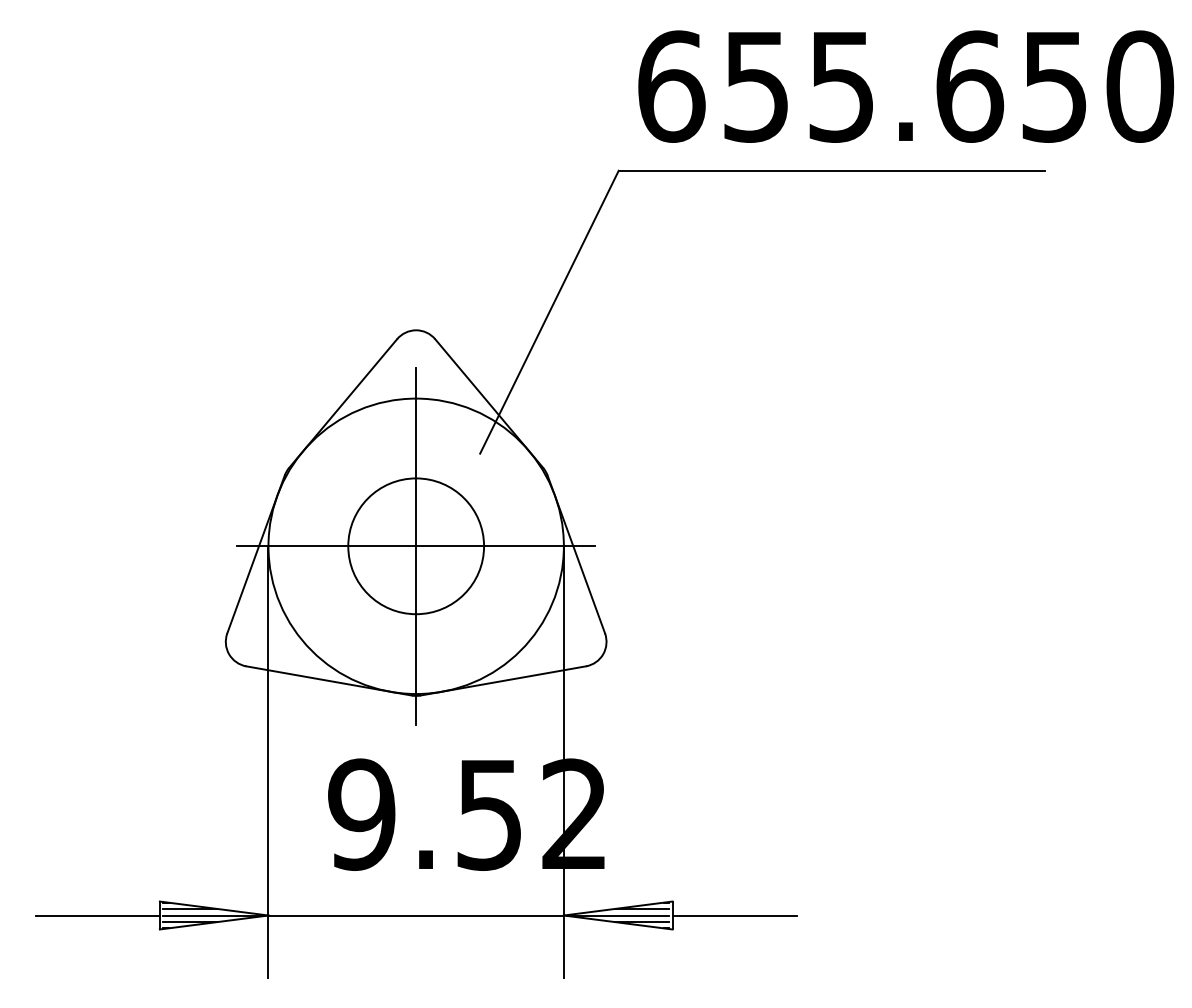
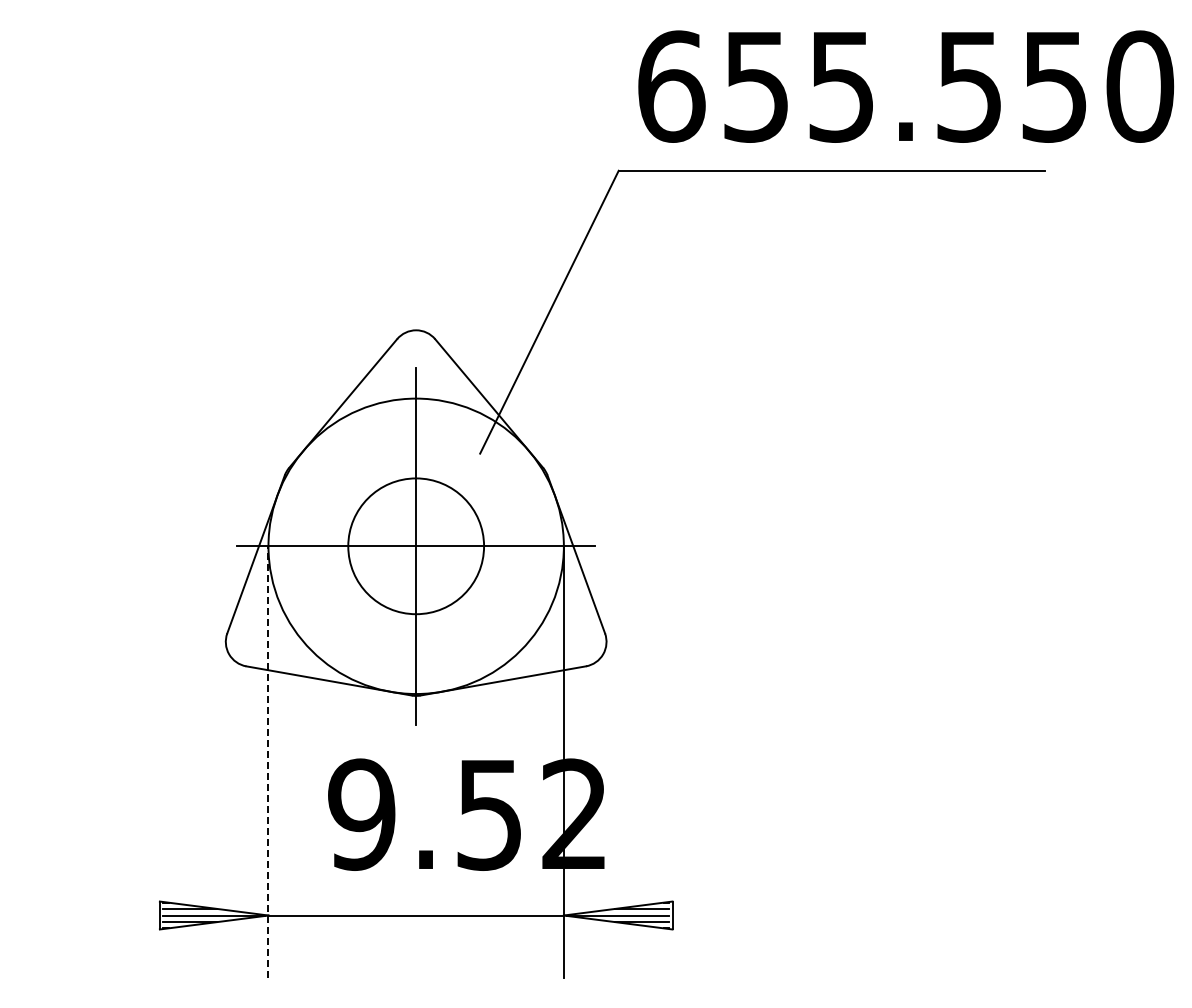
text at (970, 86): 655.650 -> 655.550
line at (268, 761): solid -> dashed
line at (97, 915): present -> none
line at (734, 915): present -> none
